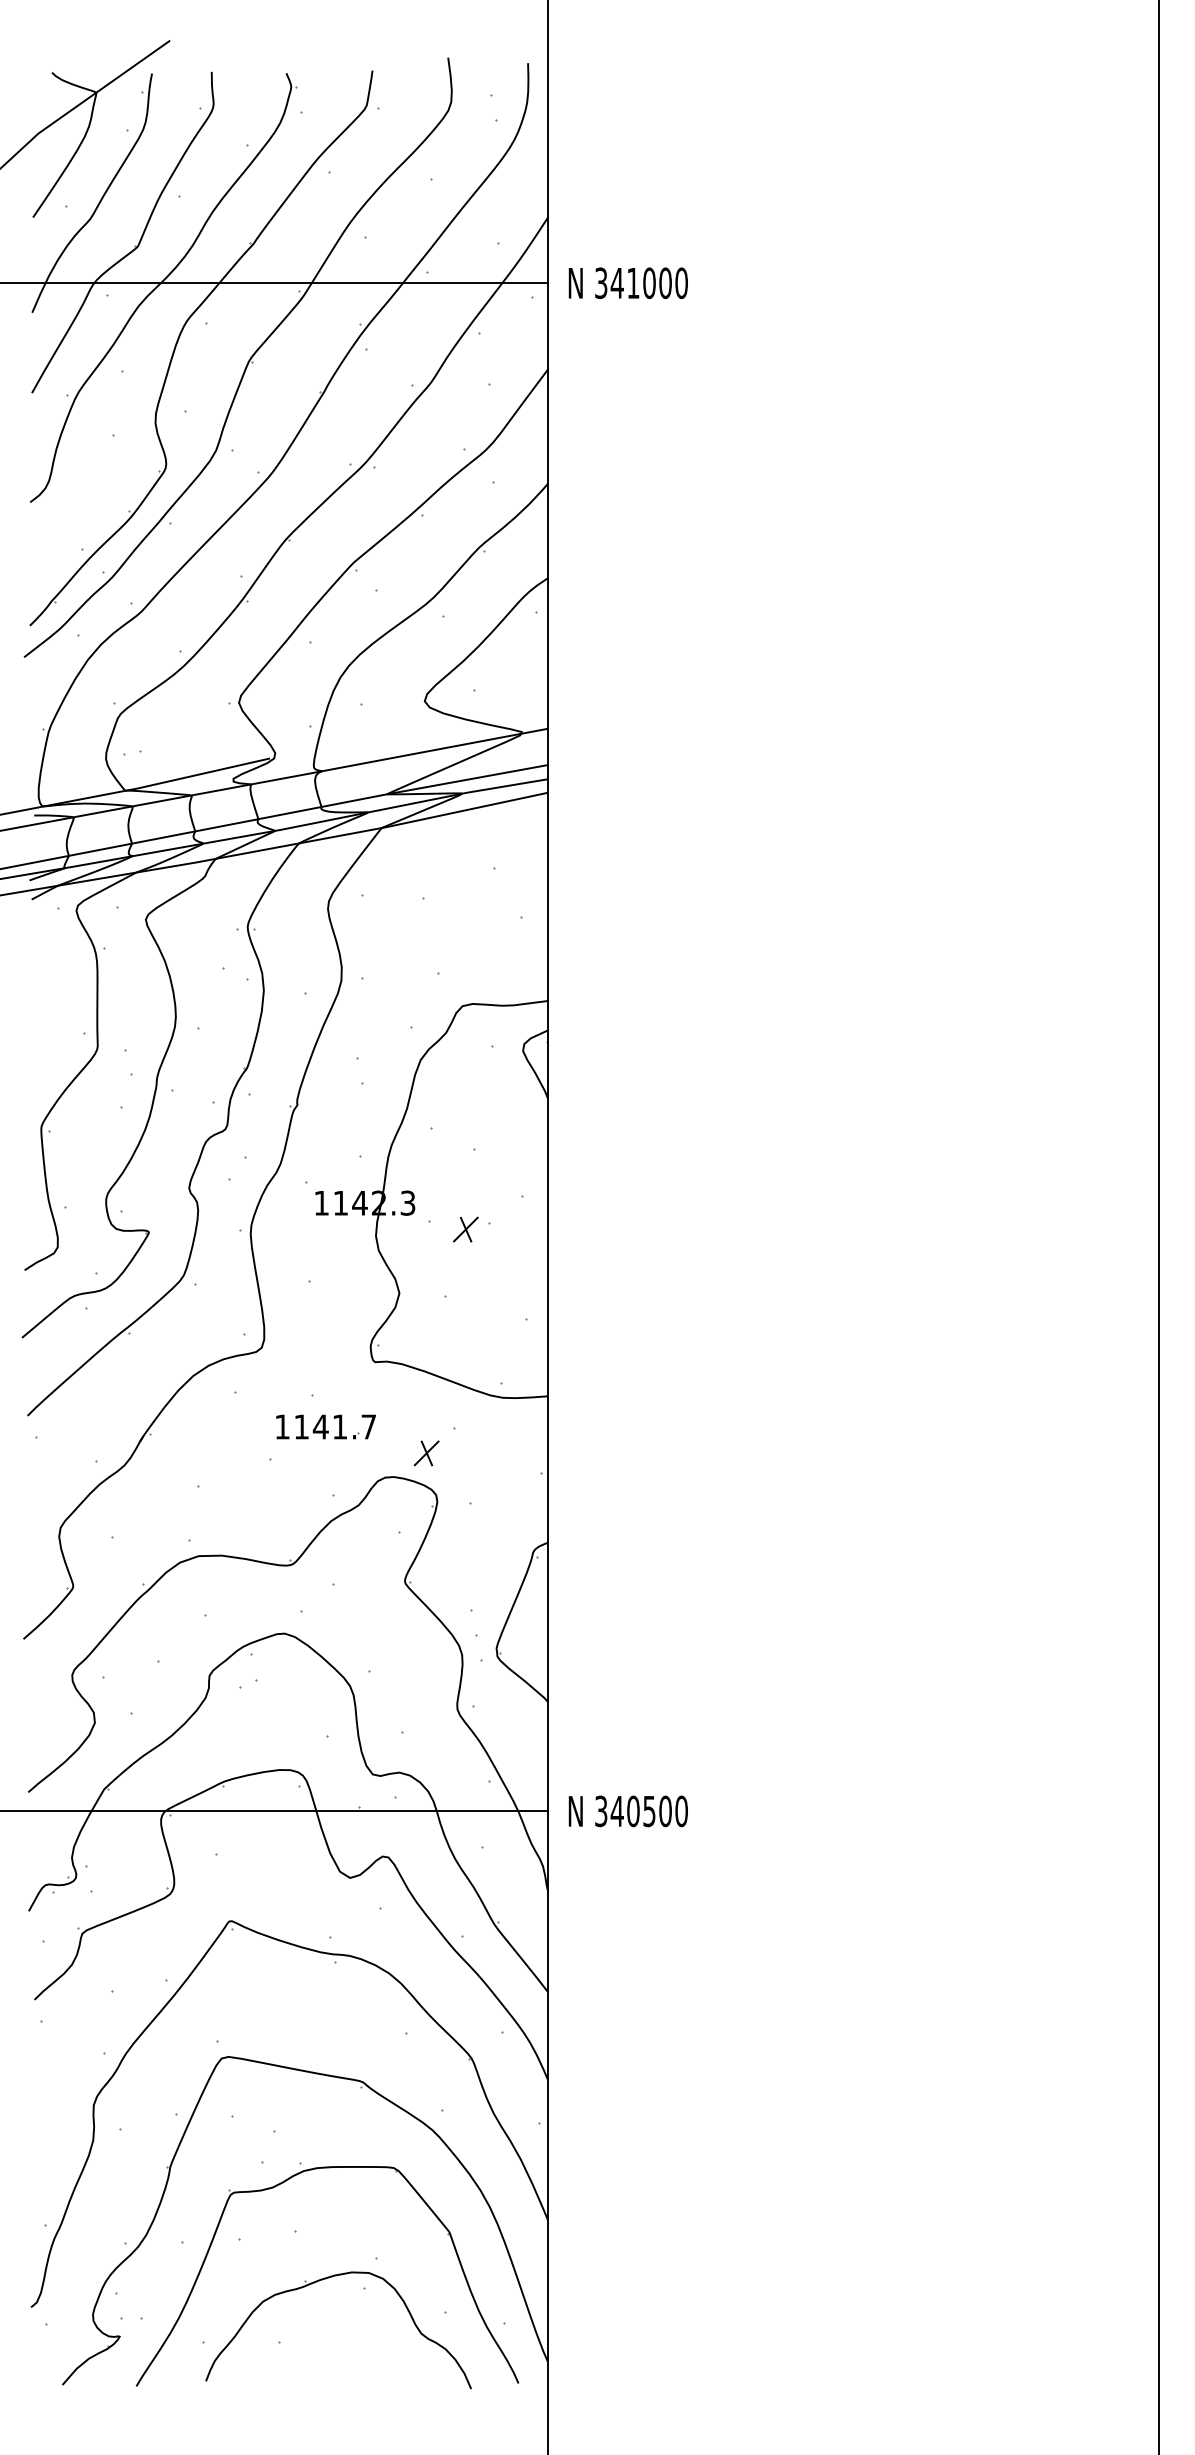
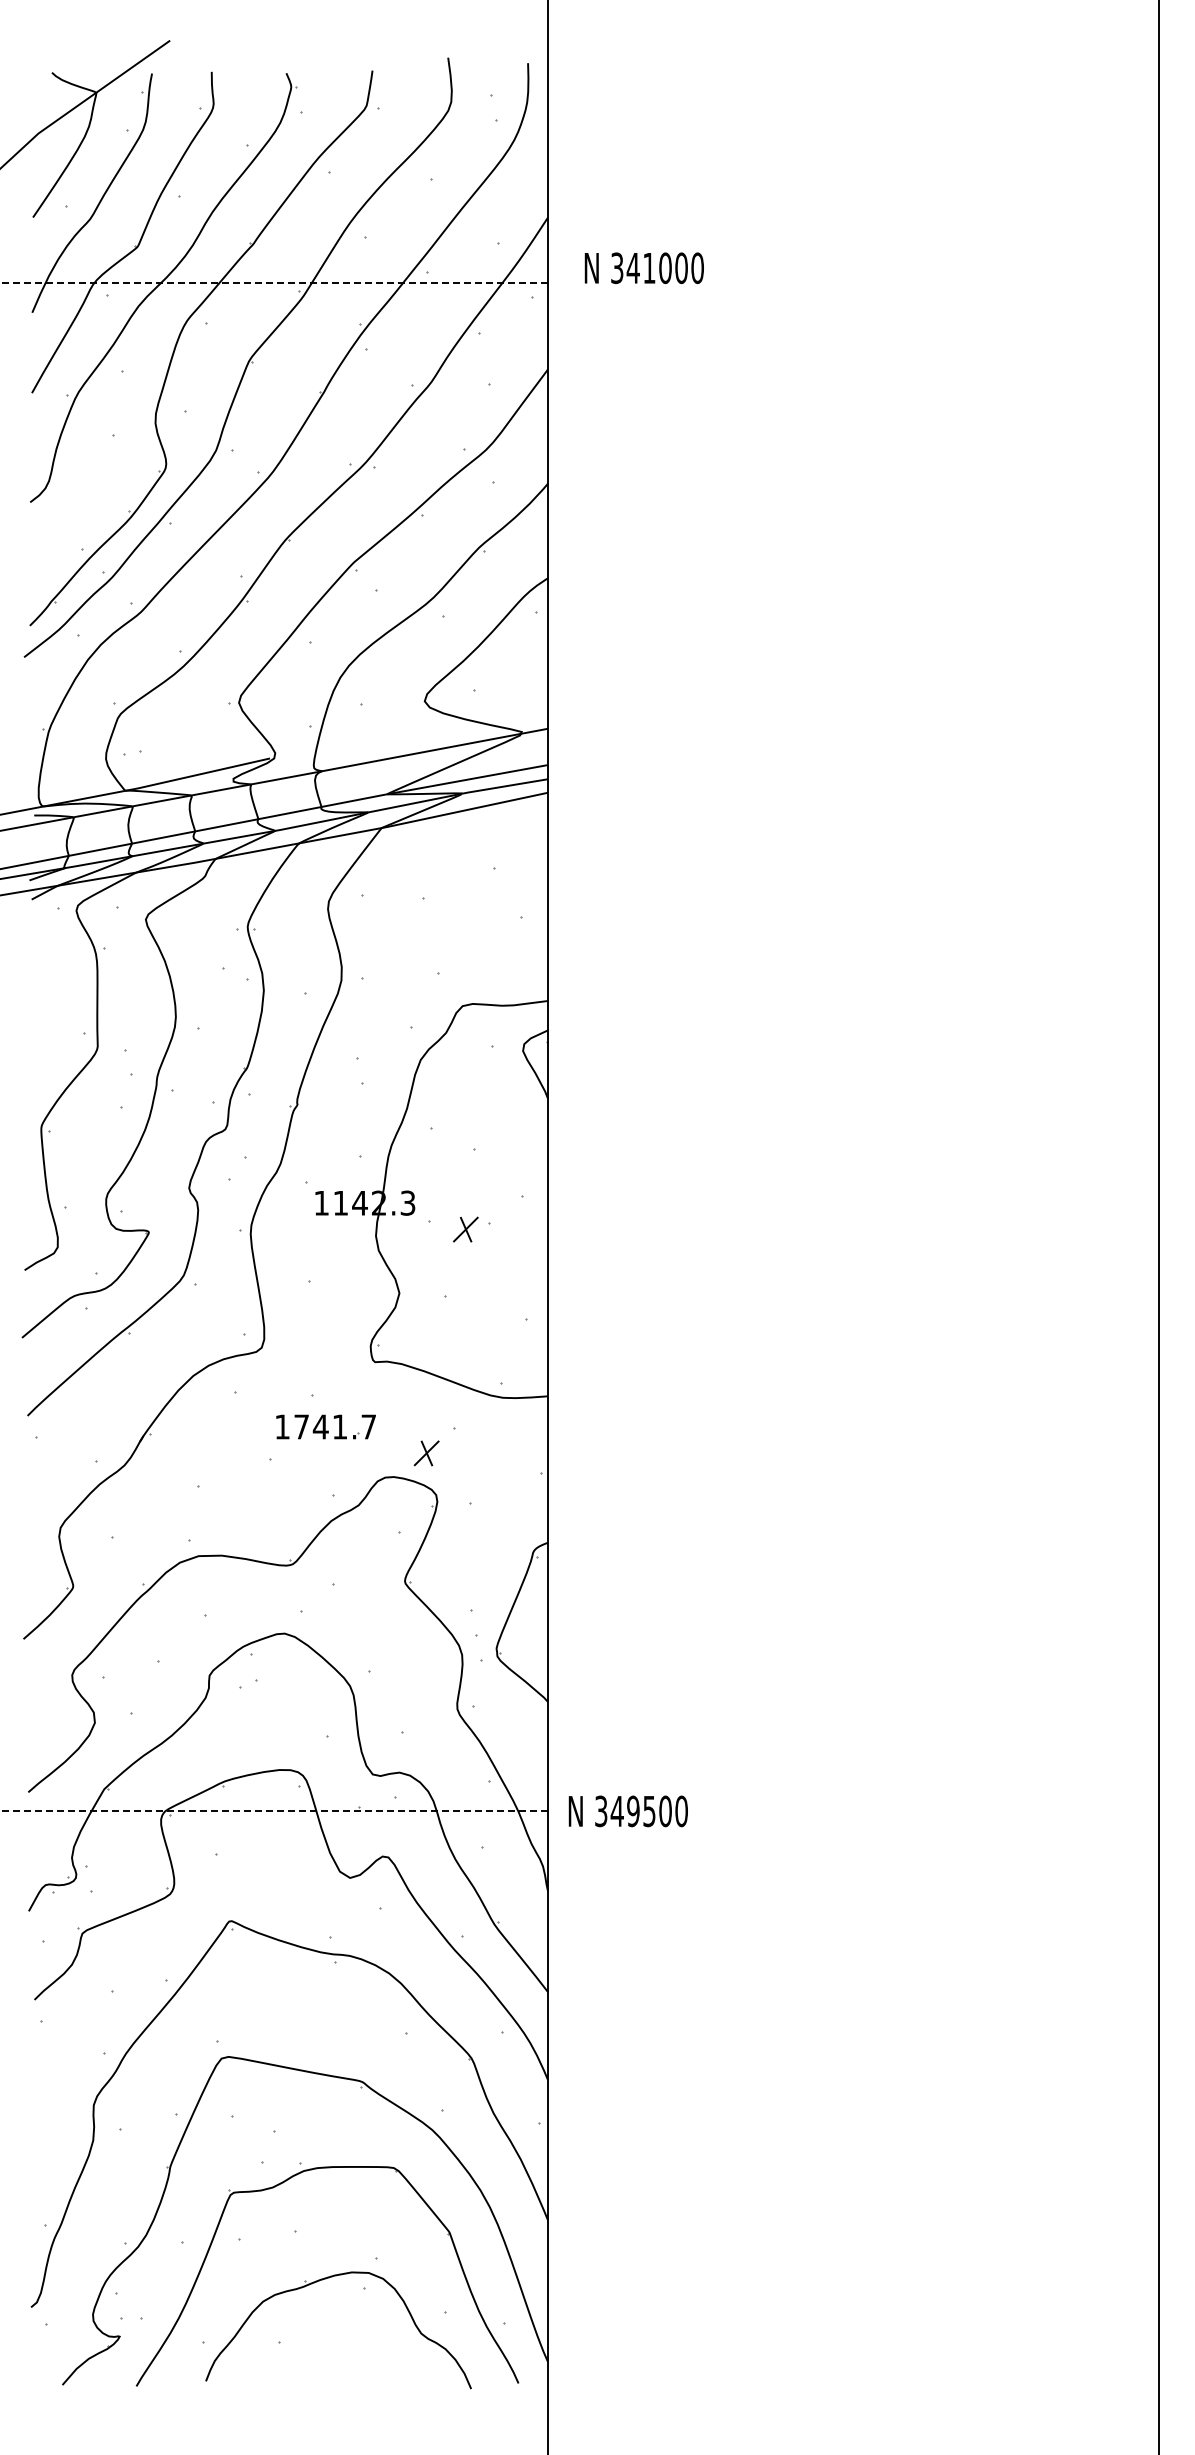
line at (274, 283): solid -> dashed
text at (627, 283) position: (627, 283) -> (643, 268)
text at (301, 1426): 1141.7 -> 1741.7
line at (274, 1811): solid -> dashed
text at (633, 1811): 340500 -> 349500
